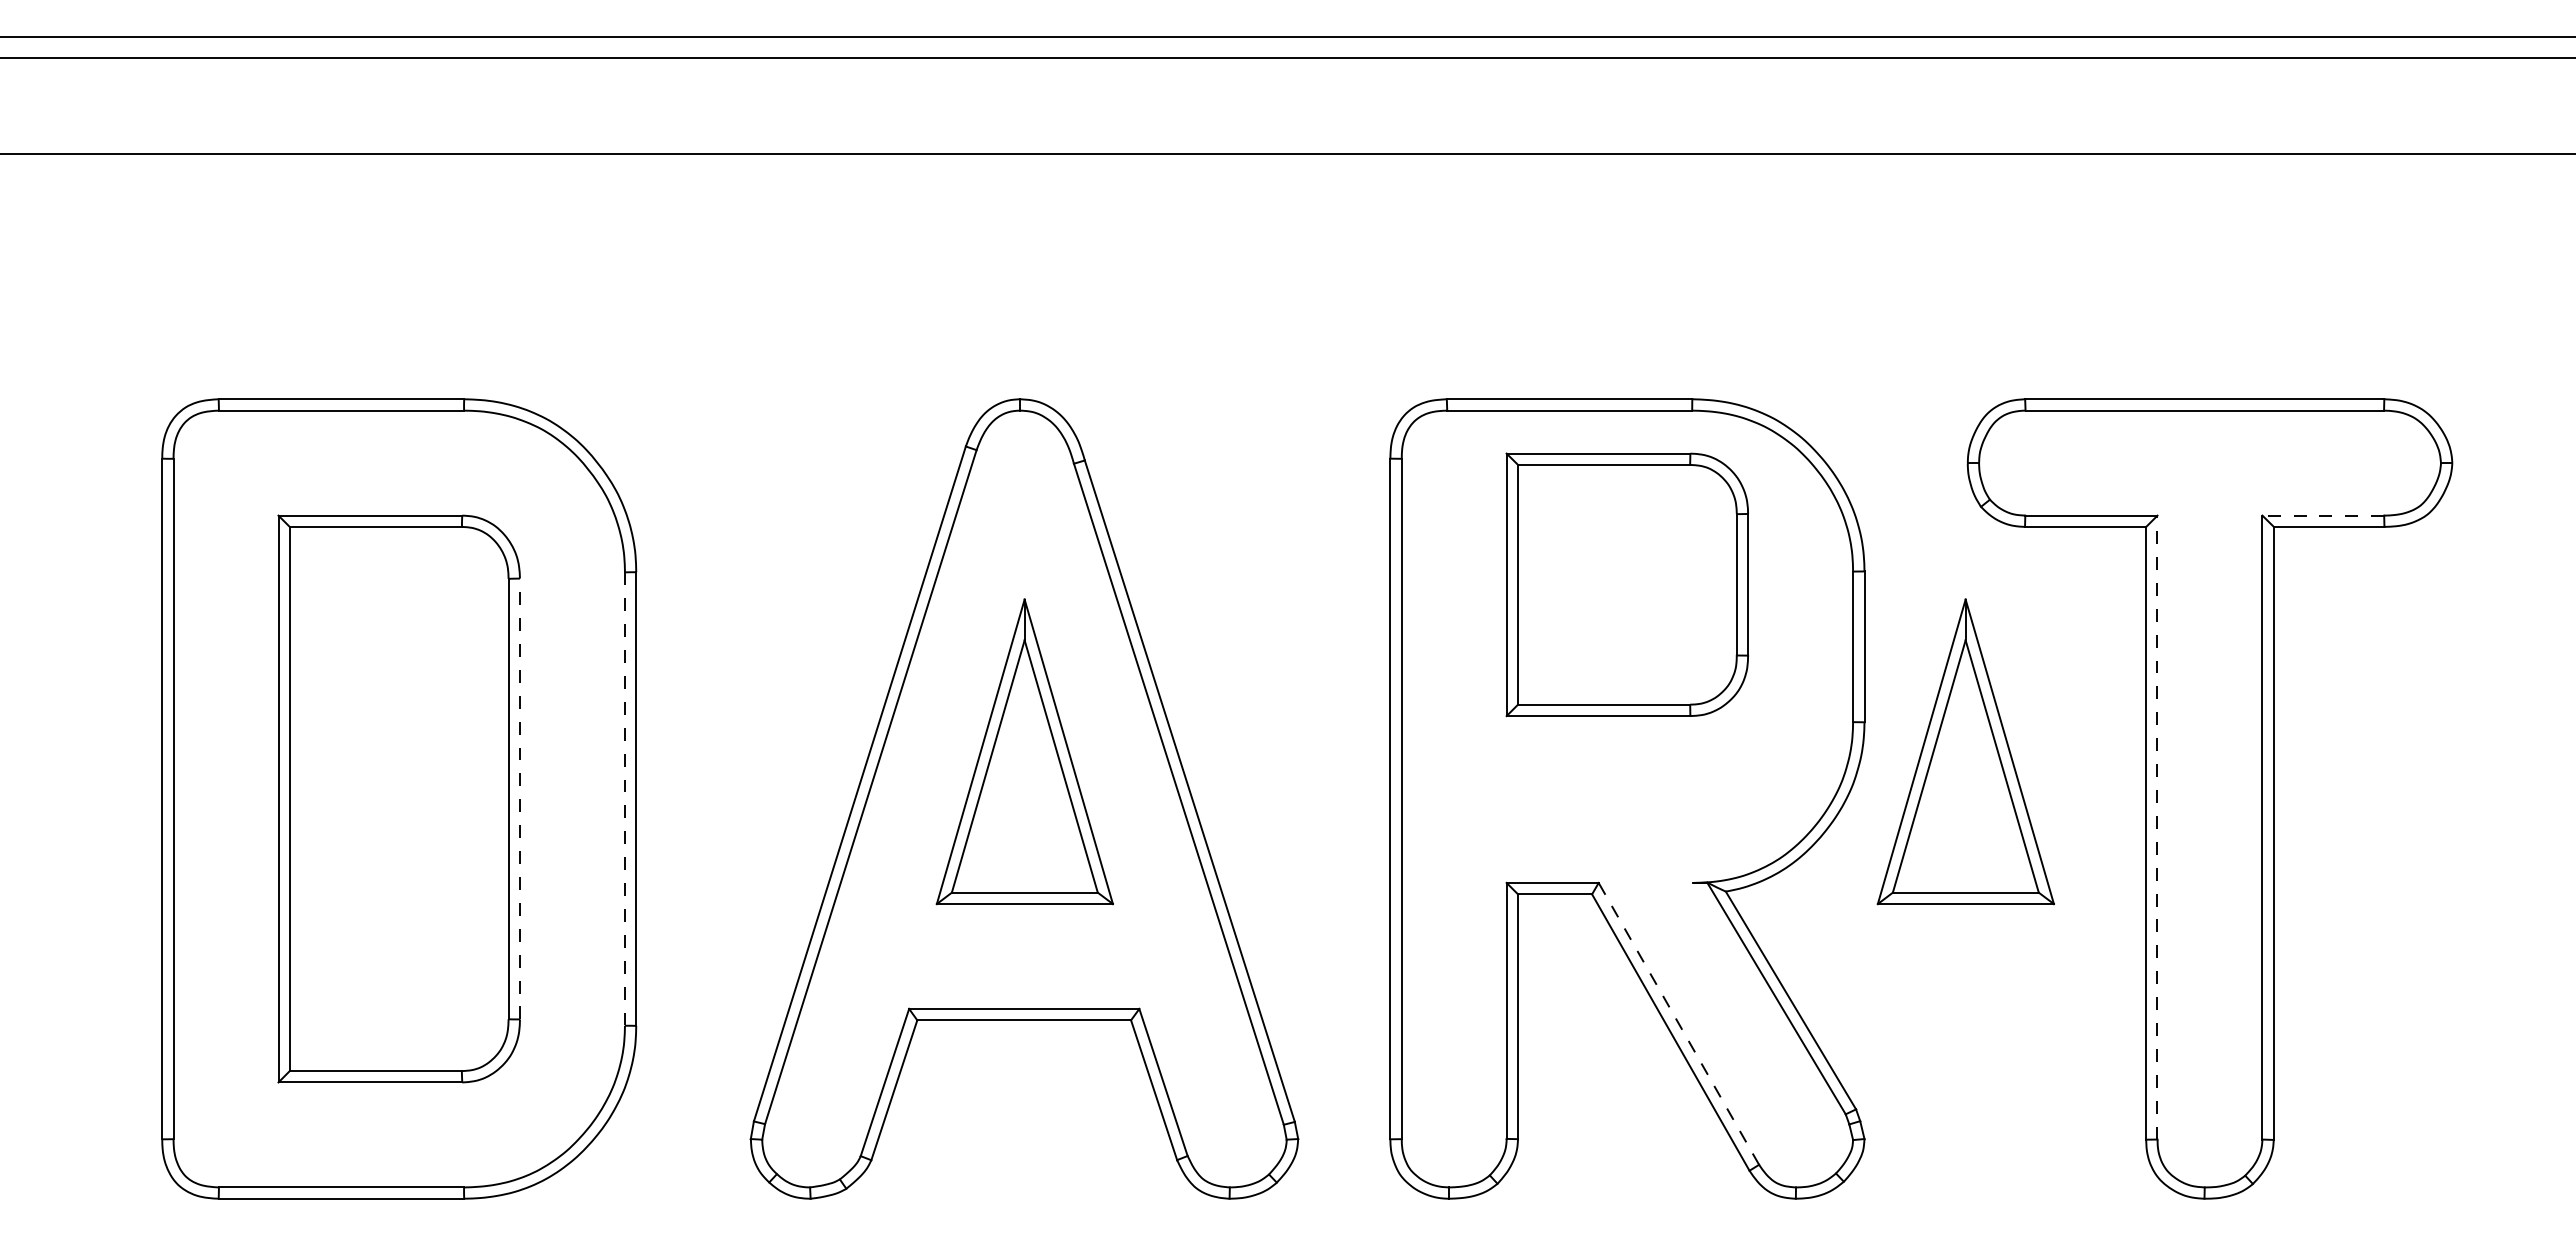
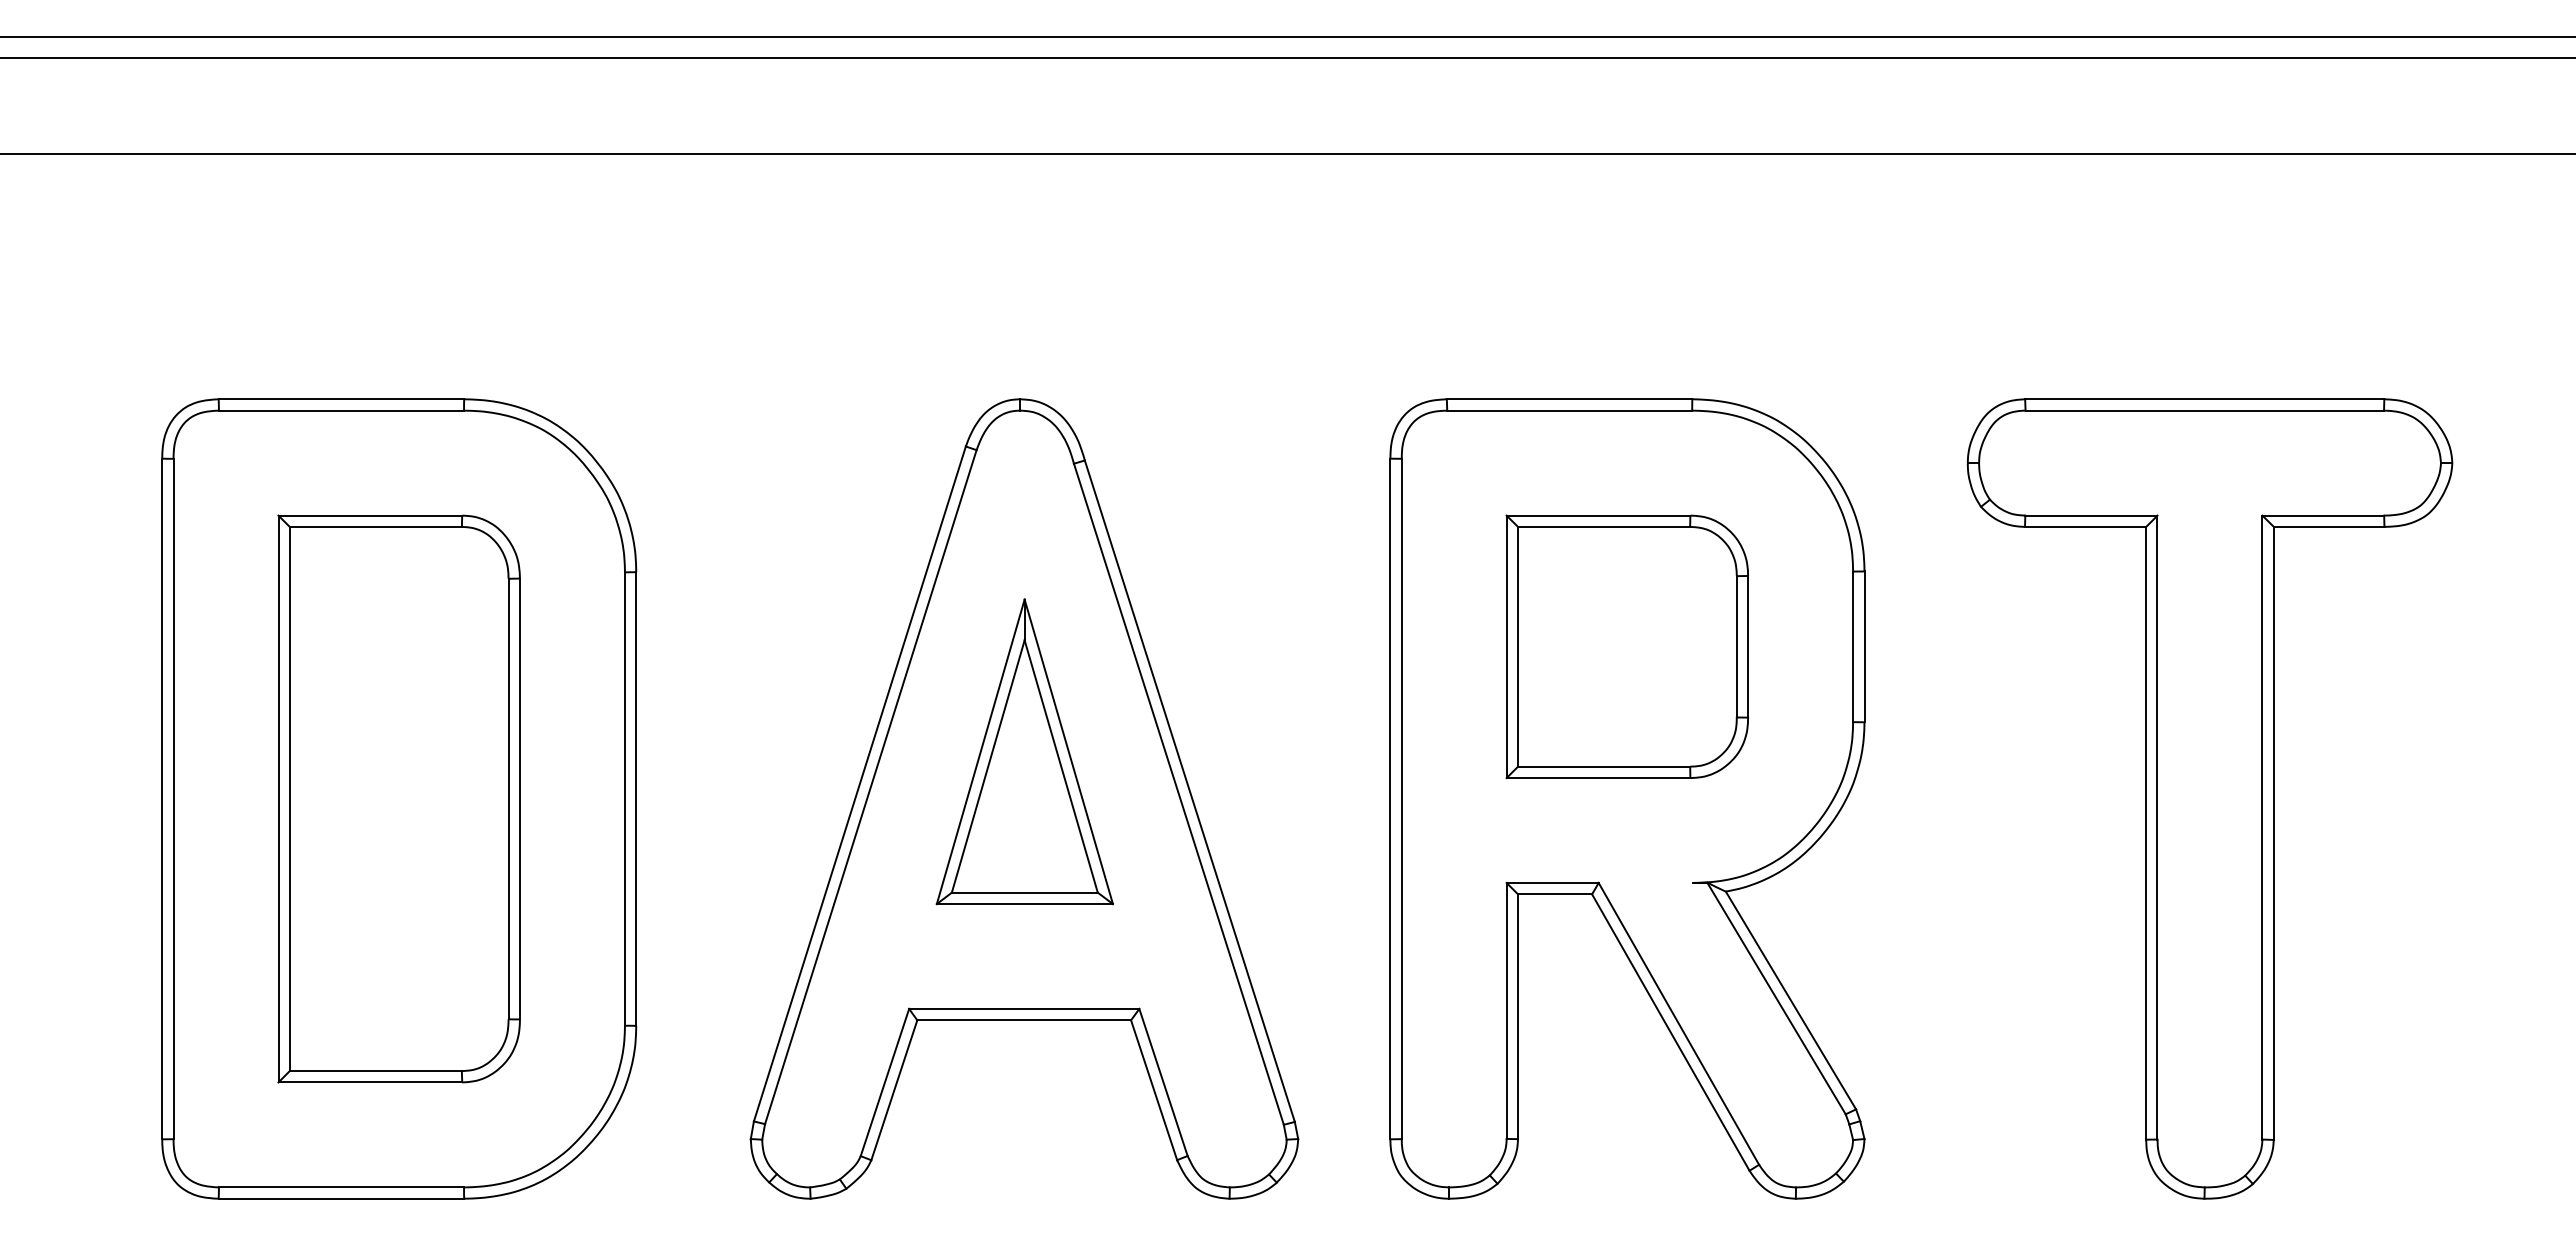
line at (2323, 515): dashed -> solid
part at (1626, 584) position: (1626, 584) -> (1626, 646)
part at (1965, 751): present -> none
line at (519, 798): dashed -> solid
line at (624, 799): dashed -> solid
line at (2157, 827): dashed -> solid
line at (1678, 1023): dashed -> solid
